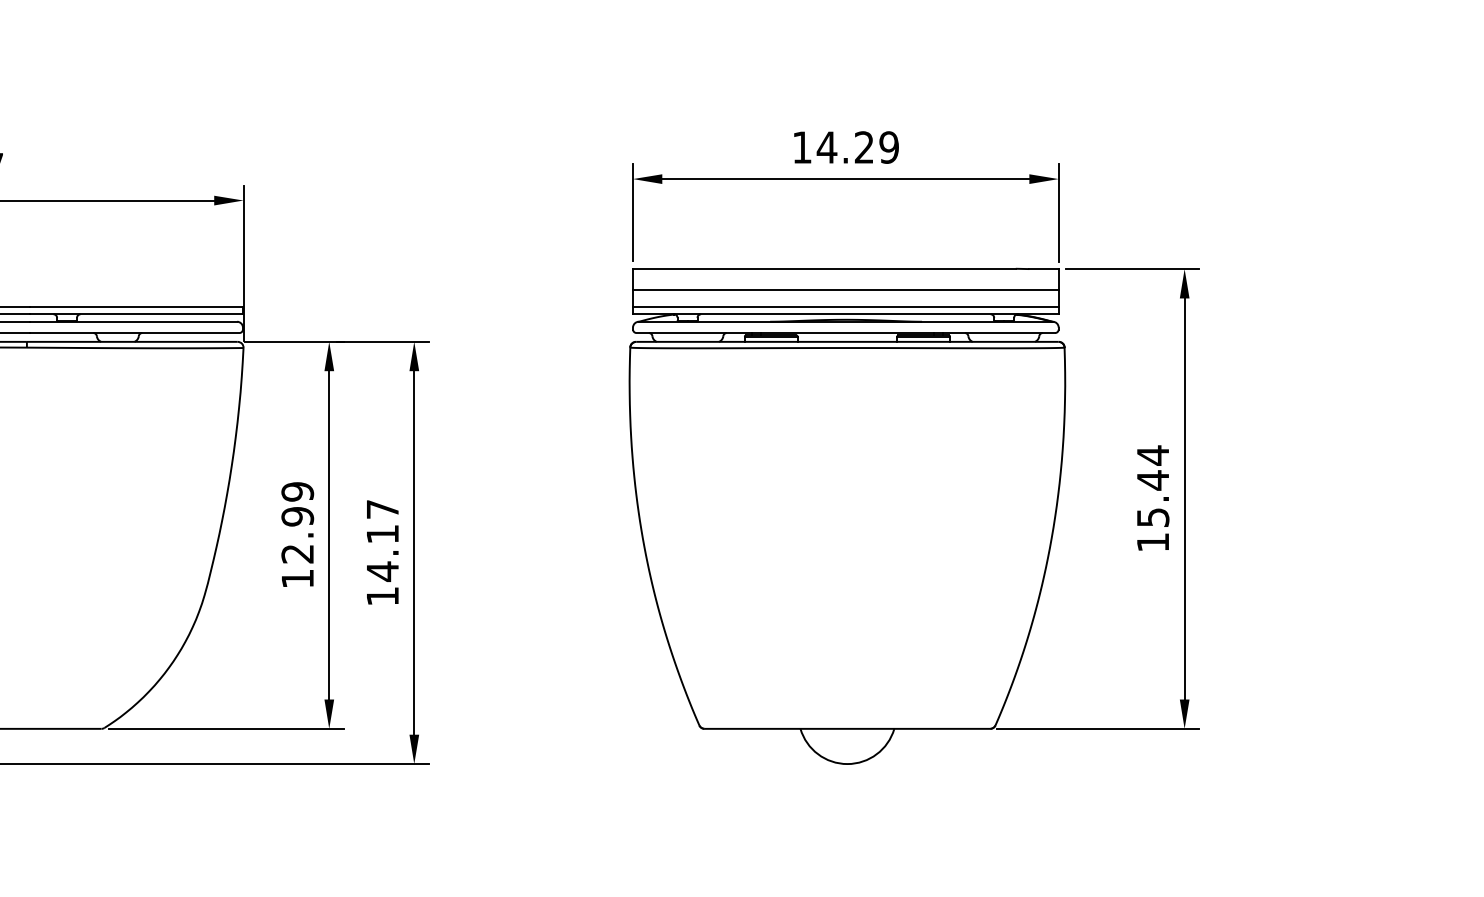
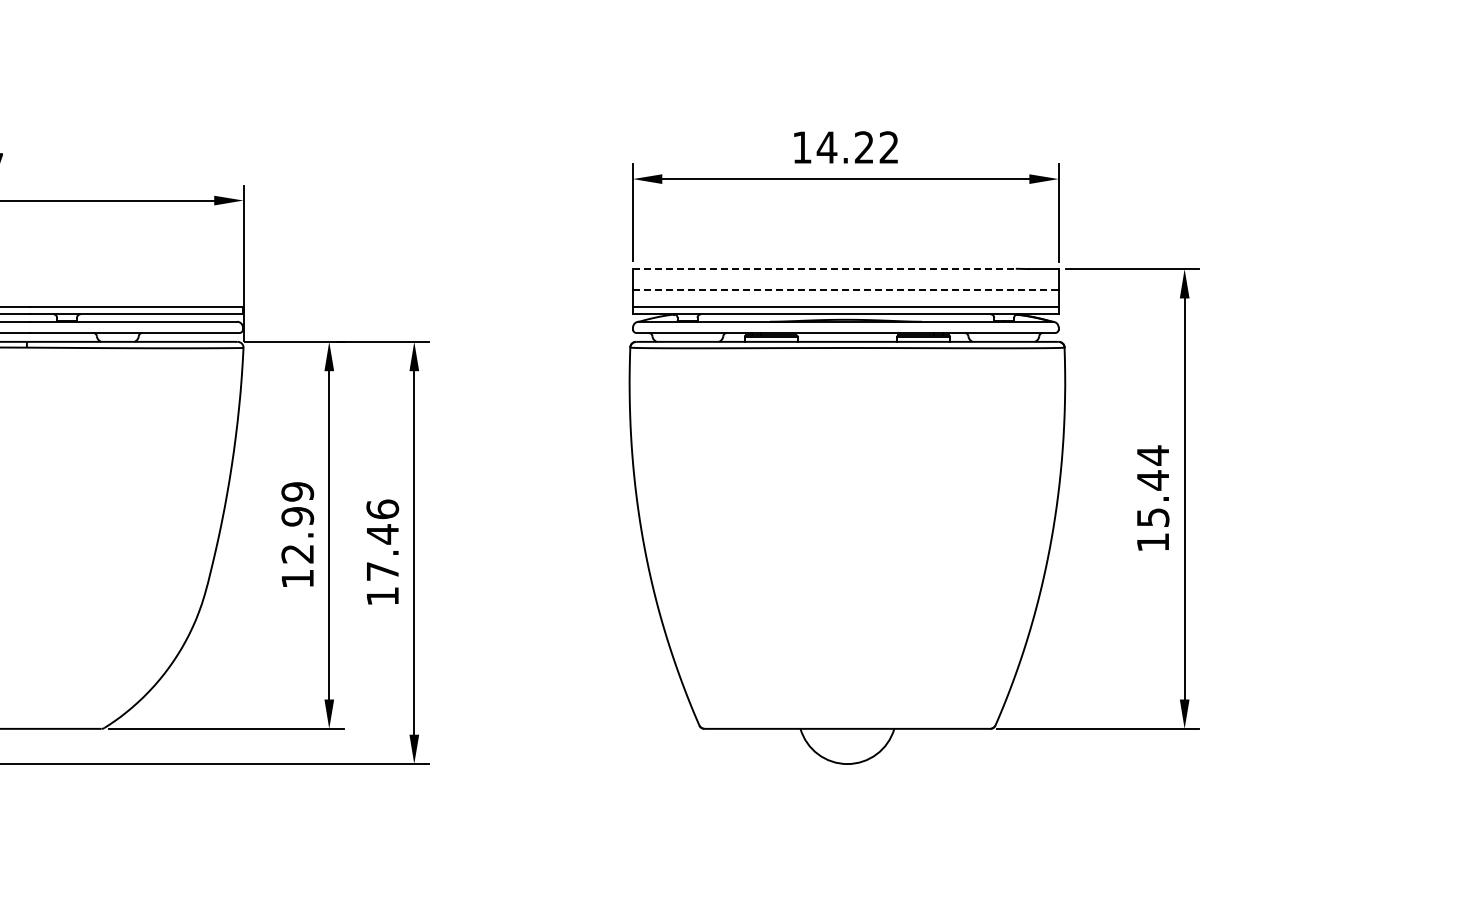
text at (888, 147): 14.29 -> 14.22
line at (824, 268): solid -> dashed
line at (845, 290): solid -> dashed
text at (382, 540): 14.17 -> 17.46
